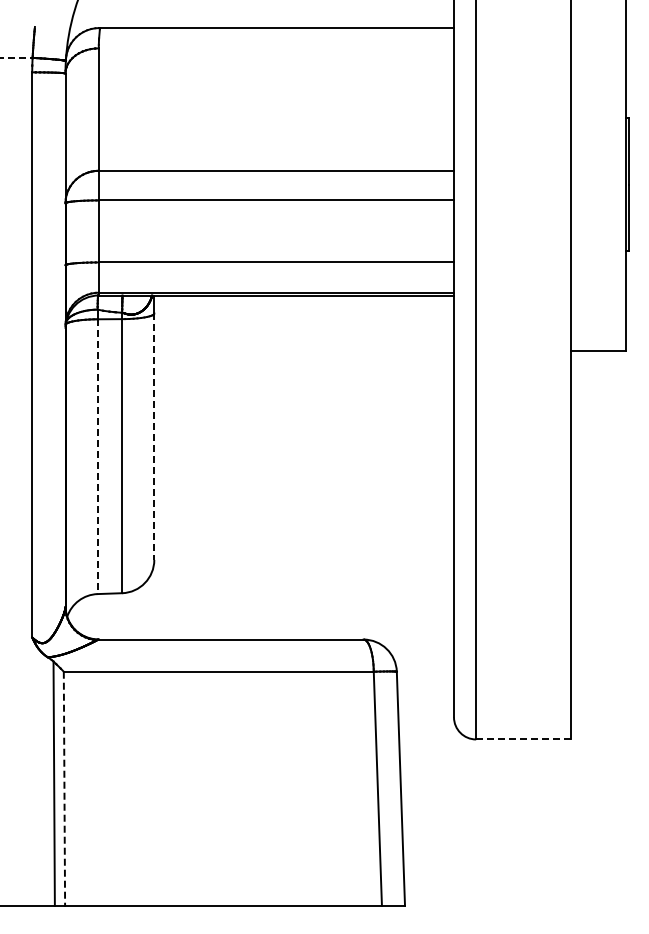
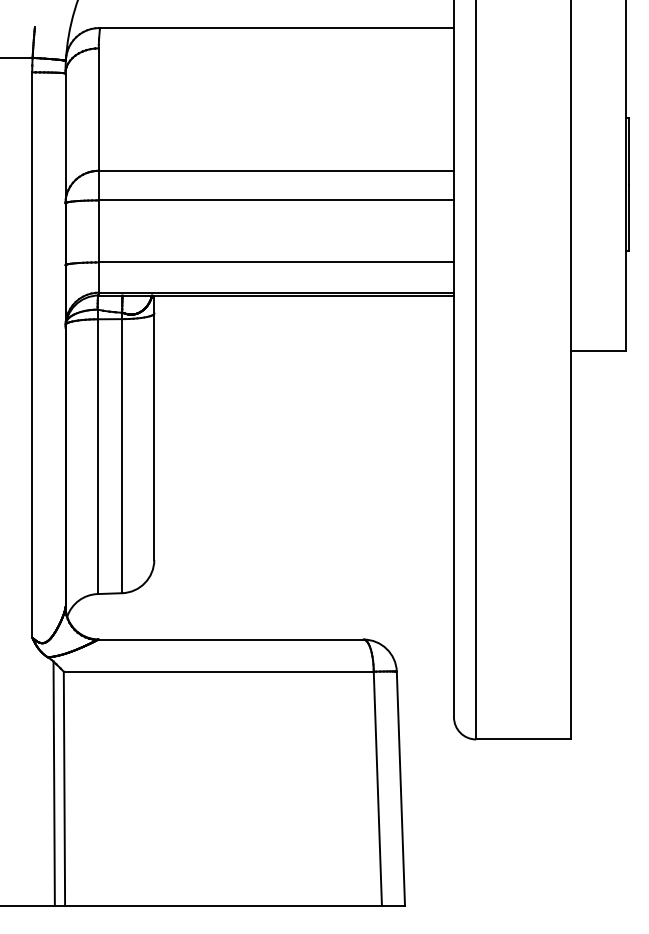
line at (16, 57): dashed -> solid
line at (154, 437): dashed -> solid
line at (97, 457): dashed -> solid
line at (522, 739): dashed -> solid
line at (64, 789): dashed -> solid
